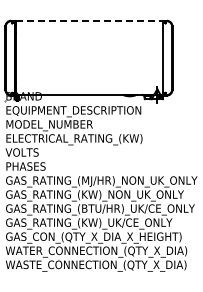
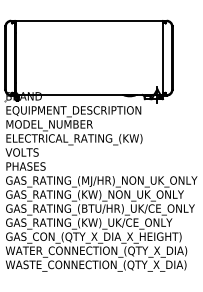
line at (89, 21): dashed -> solid
